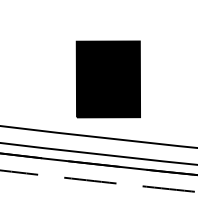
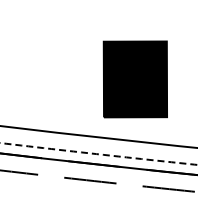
part at (107, 79) position: (107, 79) -> (134, 79)
arc at (99, 154): solid -> dashed
